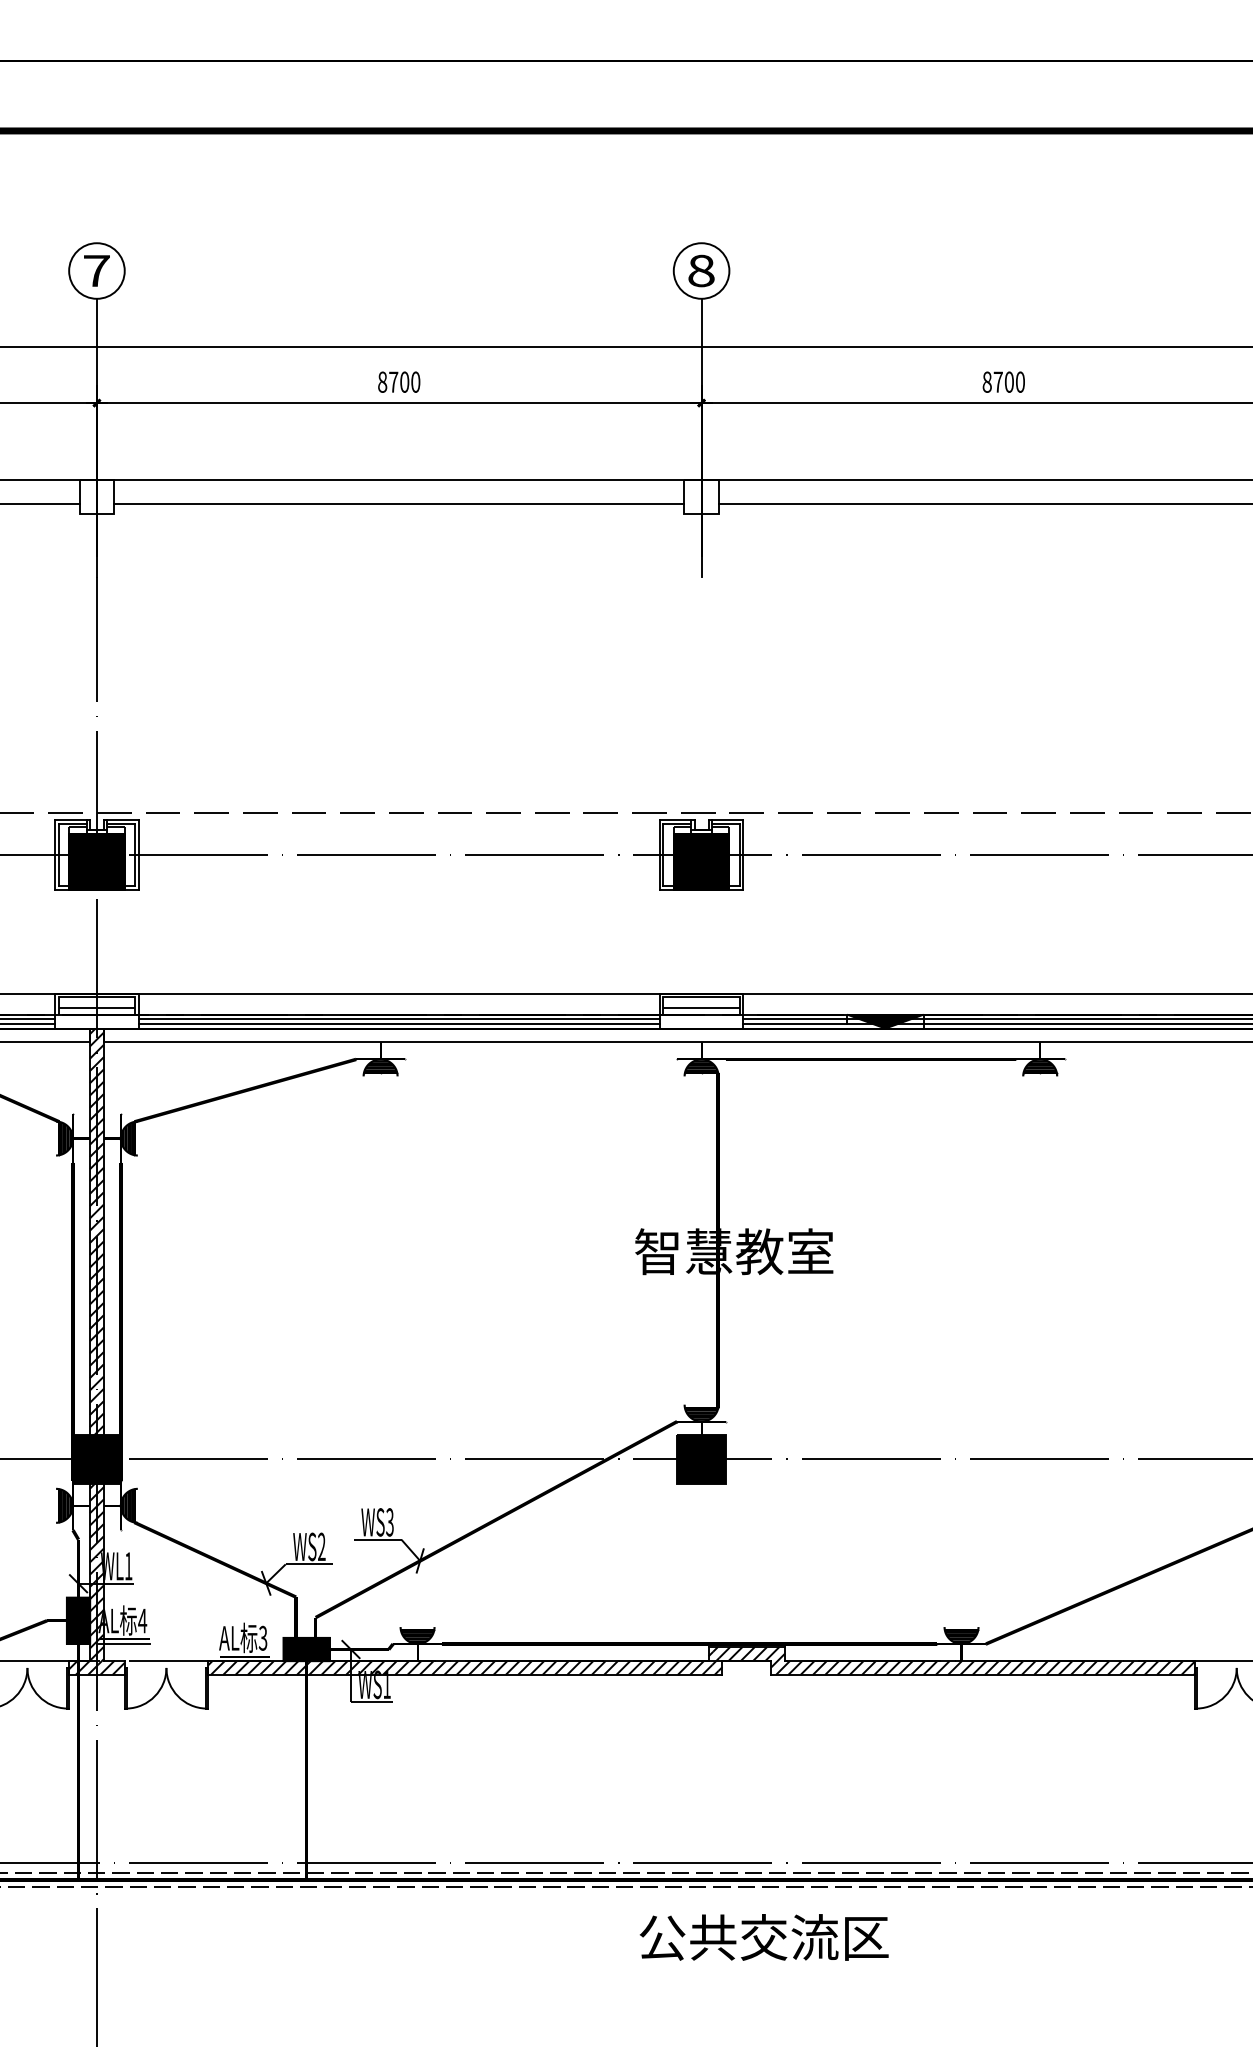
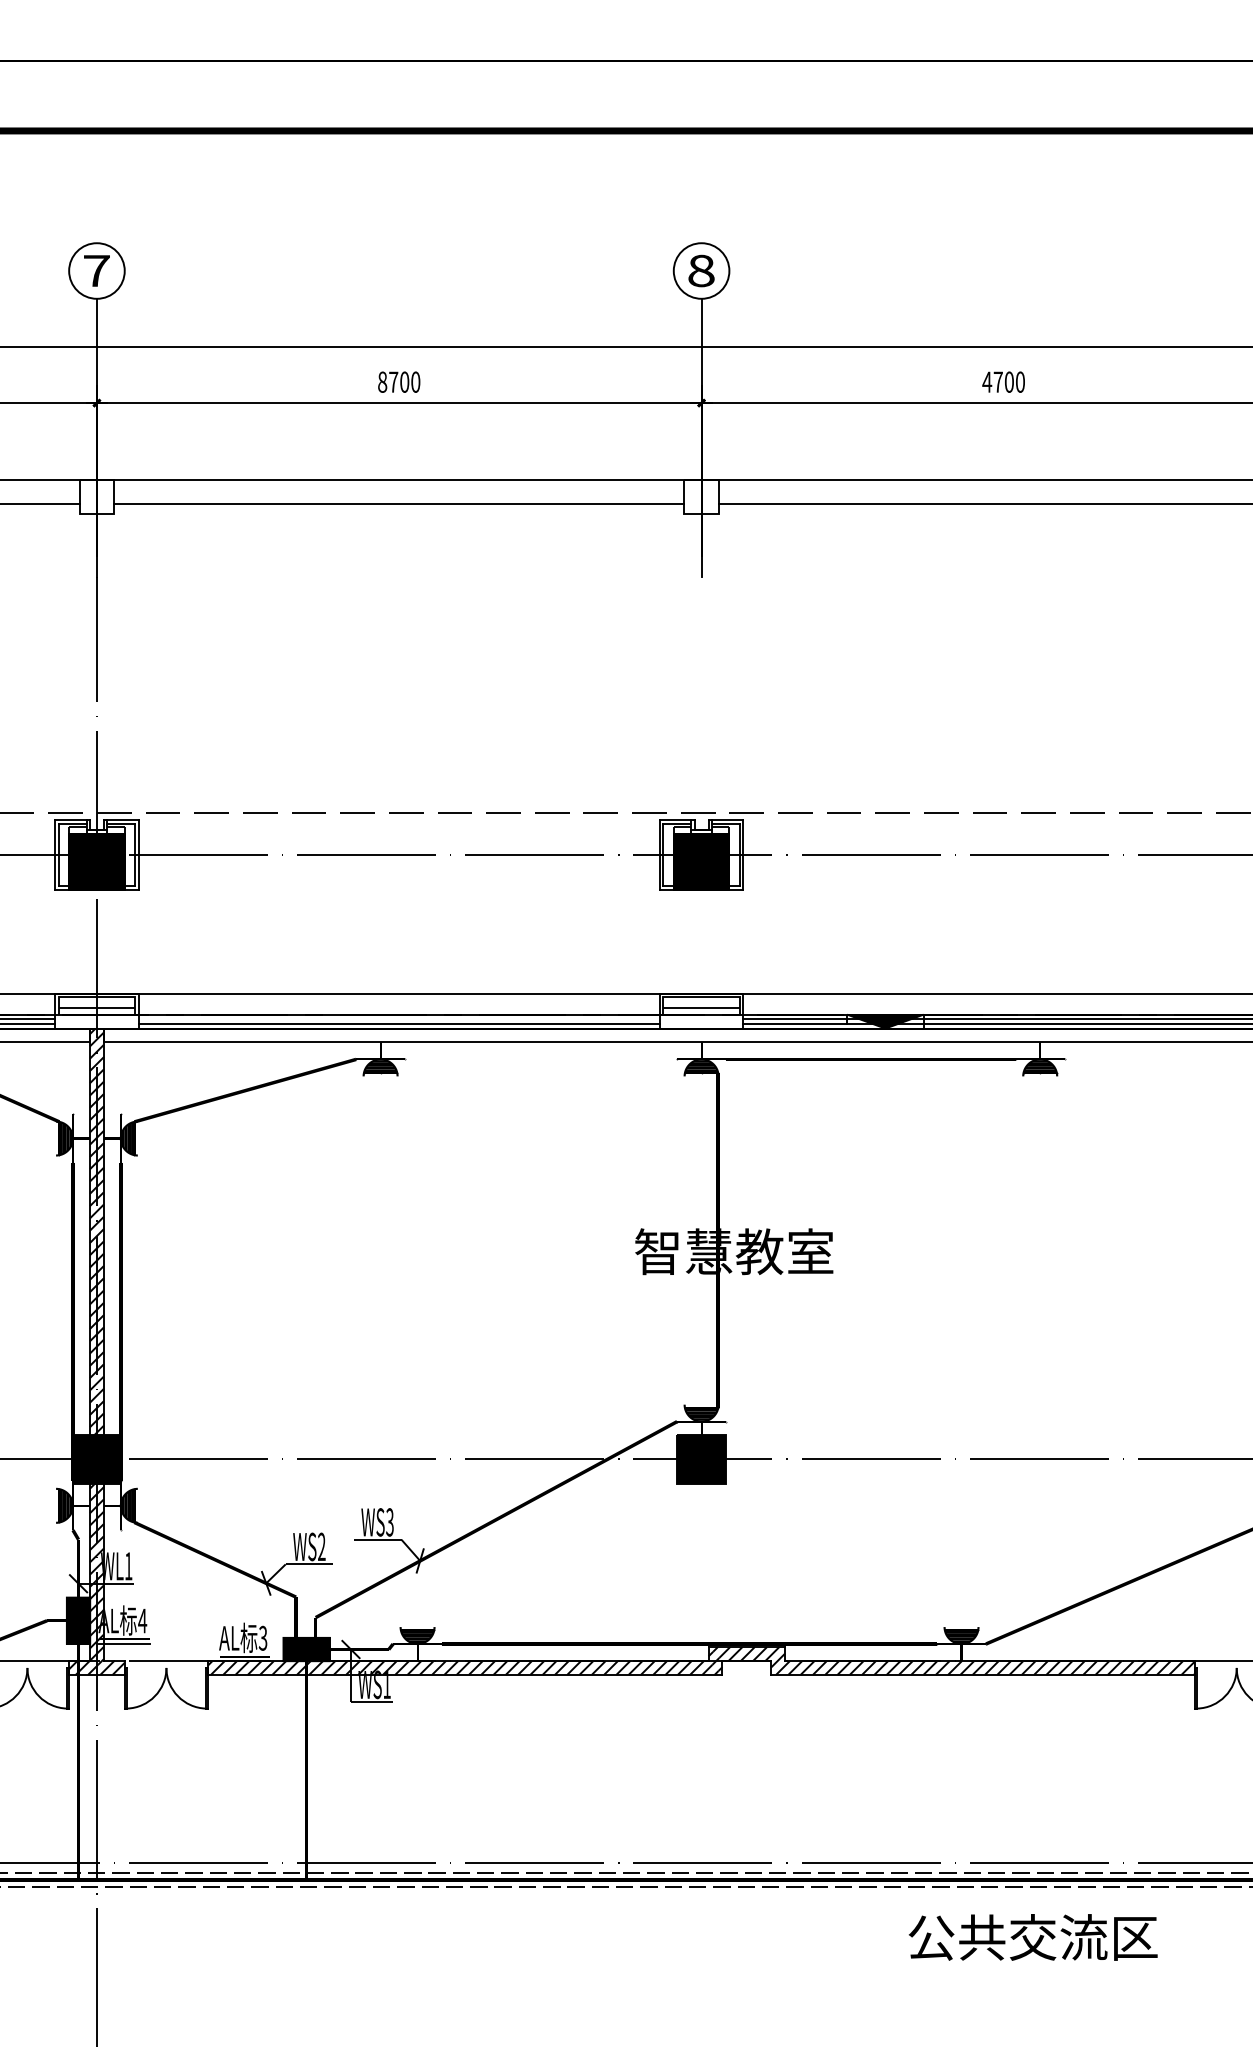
text at (987, 381): 8700 -> 4700
line at (398, 1019): present -> none
text at (763, 1937) position: (763, 1937) -> (1032, 1937)
